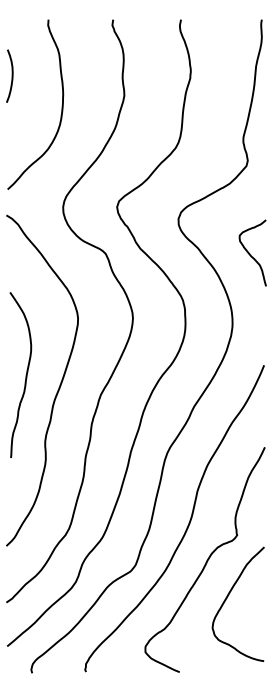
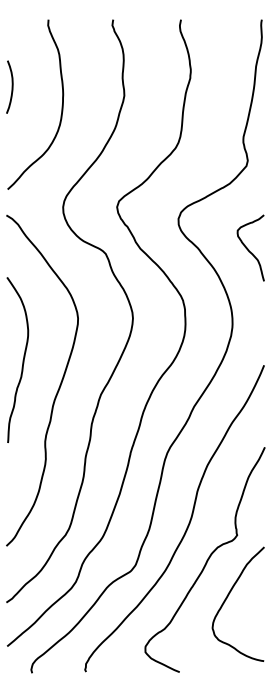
curve at (11, 75) position: (11, 75) -> (11, 86)
curve at (250, 253) position: (250, 253) -> (248, 248)
curve at (25, 375) position: (25, 375) -> (22, 360)
